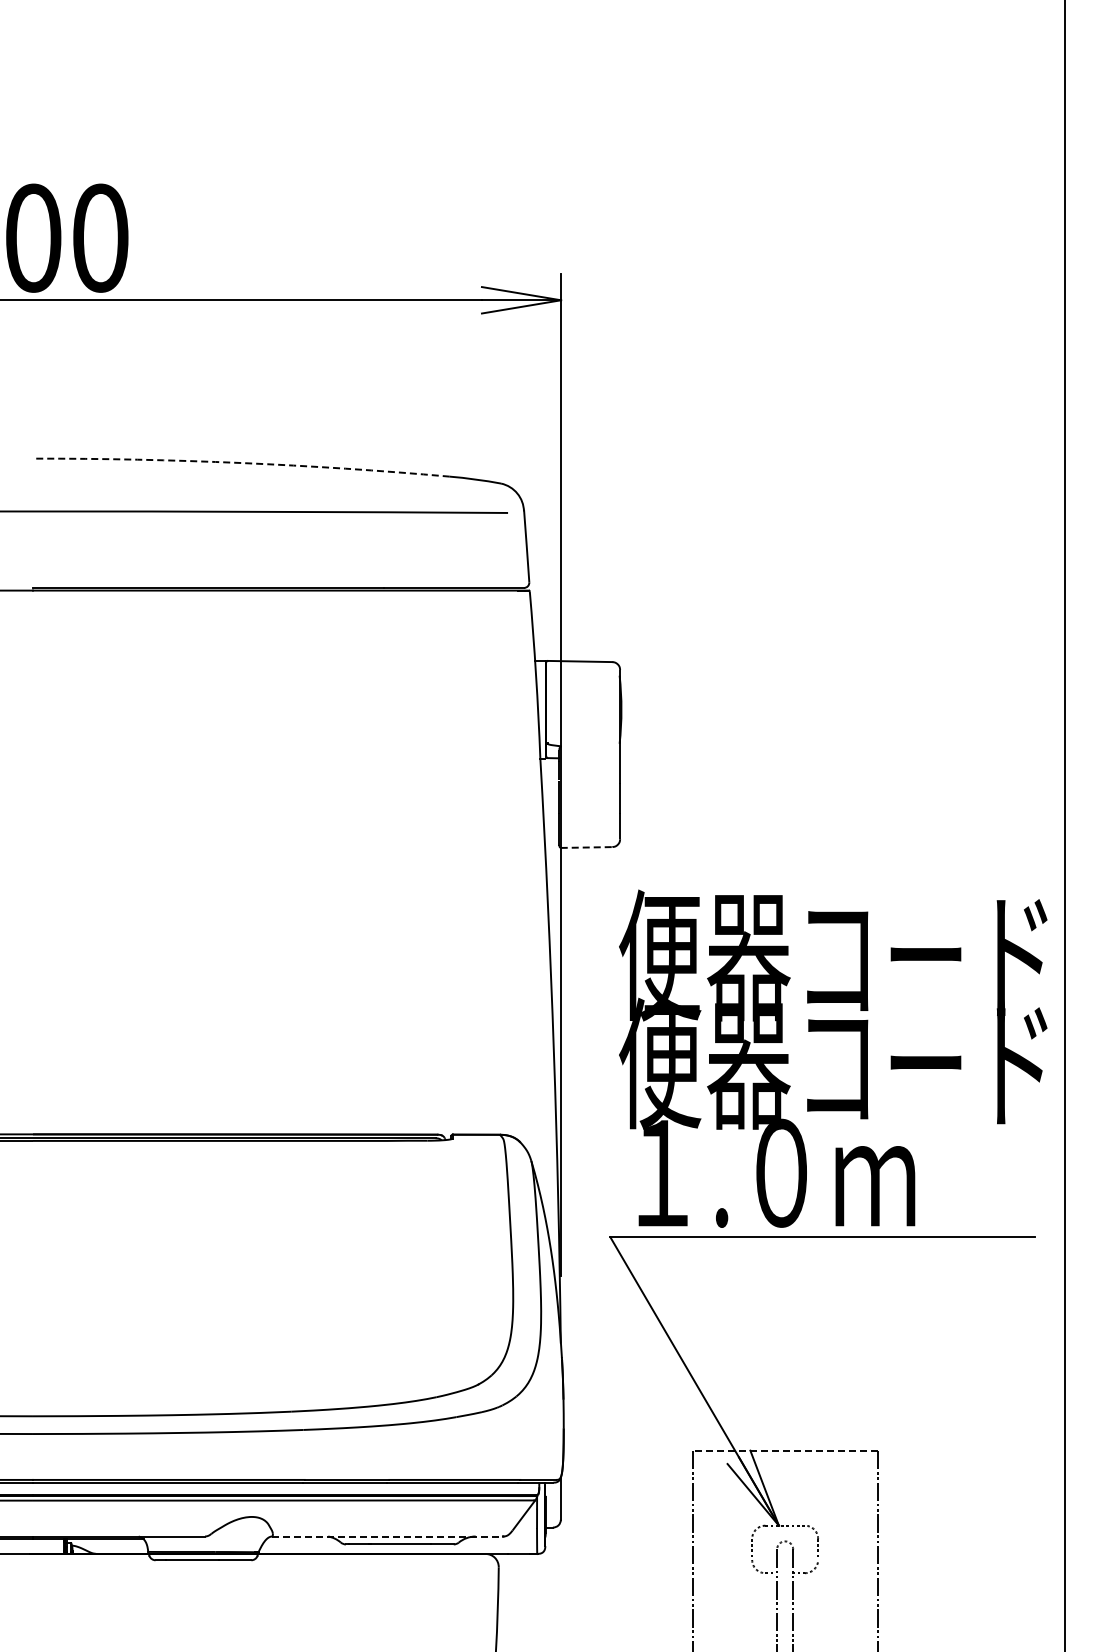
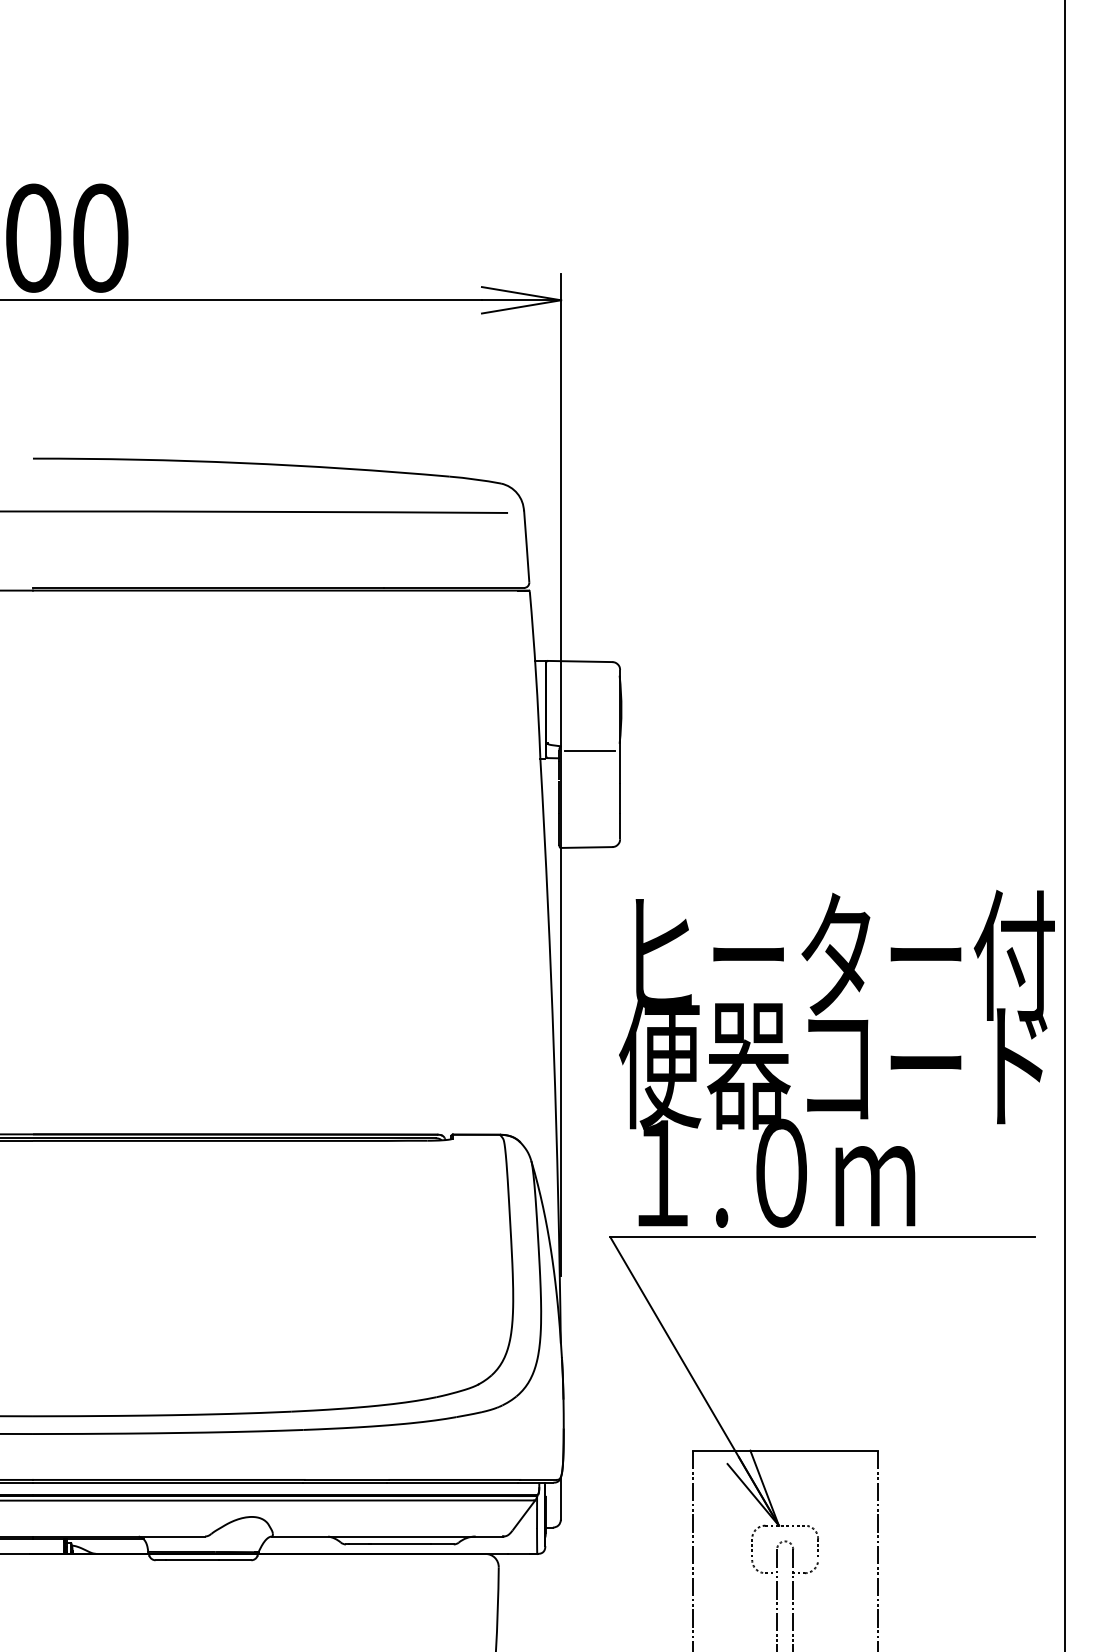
arc at (241, 463): dashed -> solid
line at (589, 750): none -> present
line at (586, 847): dashed -> solid
text at (836, 955): 便器コード -> ヒーター付
line at (784, 1451): dashed -> solid
line at (388, 1536): dashed -> solid
